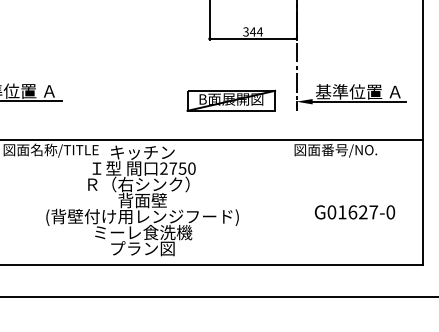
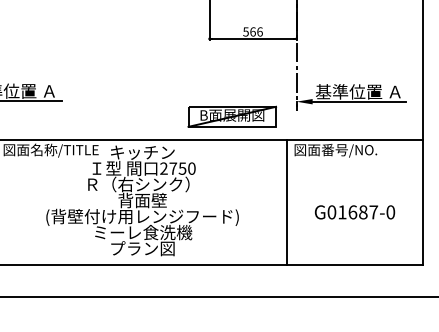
text at (253, 31): 344 -> 566
part at (230, 100) position: (230, 100) -> (231, 116)
line at (287, 202): none -> present
text at (363, 212): G01627-0 -> G01687-0
